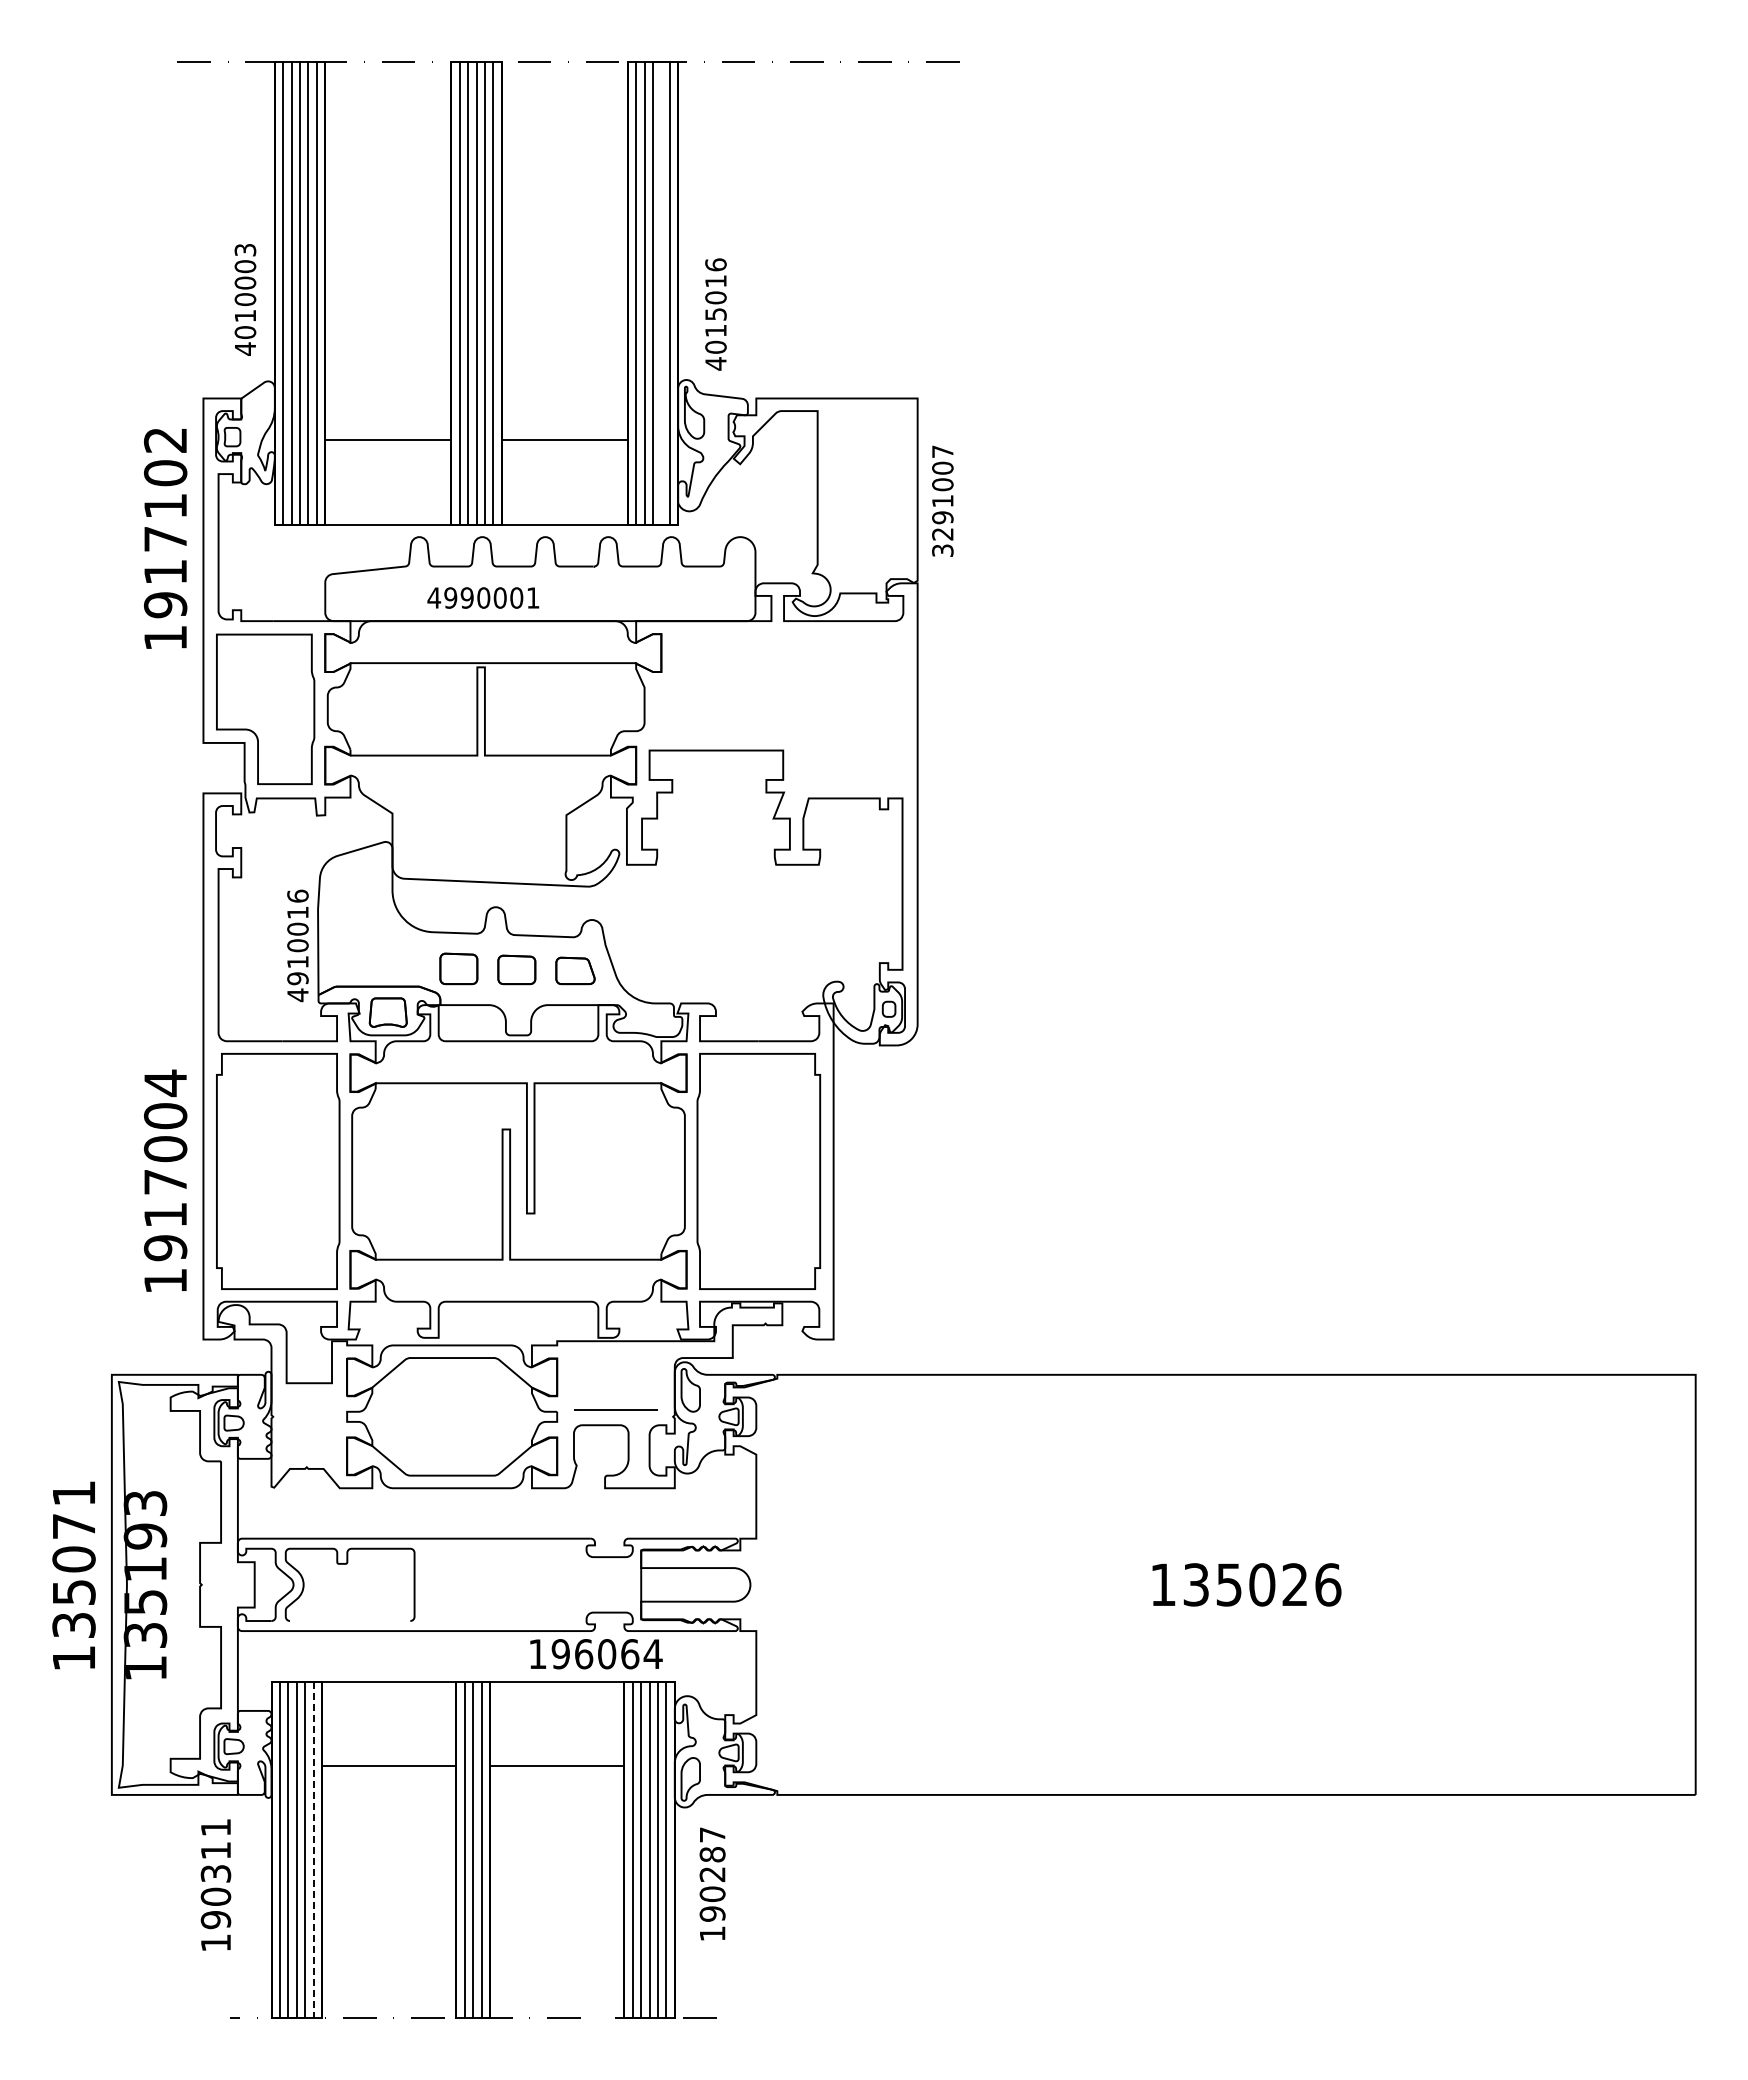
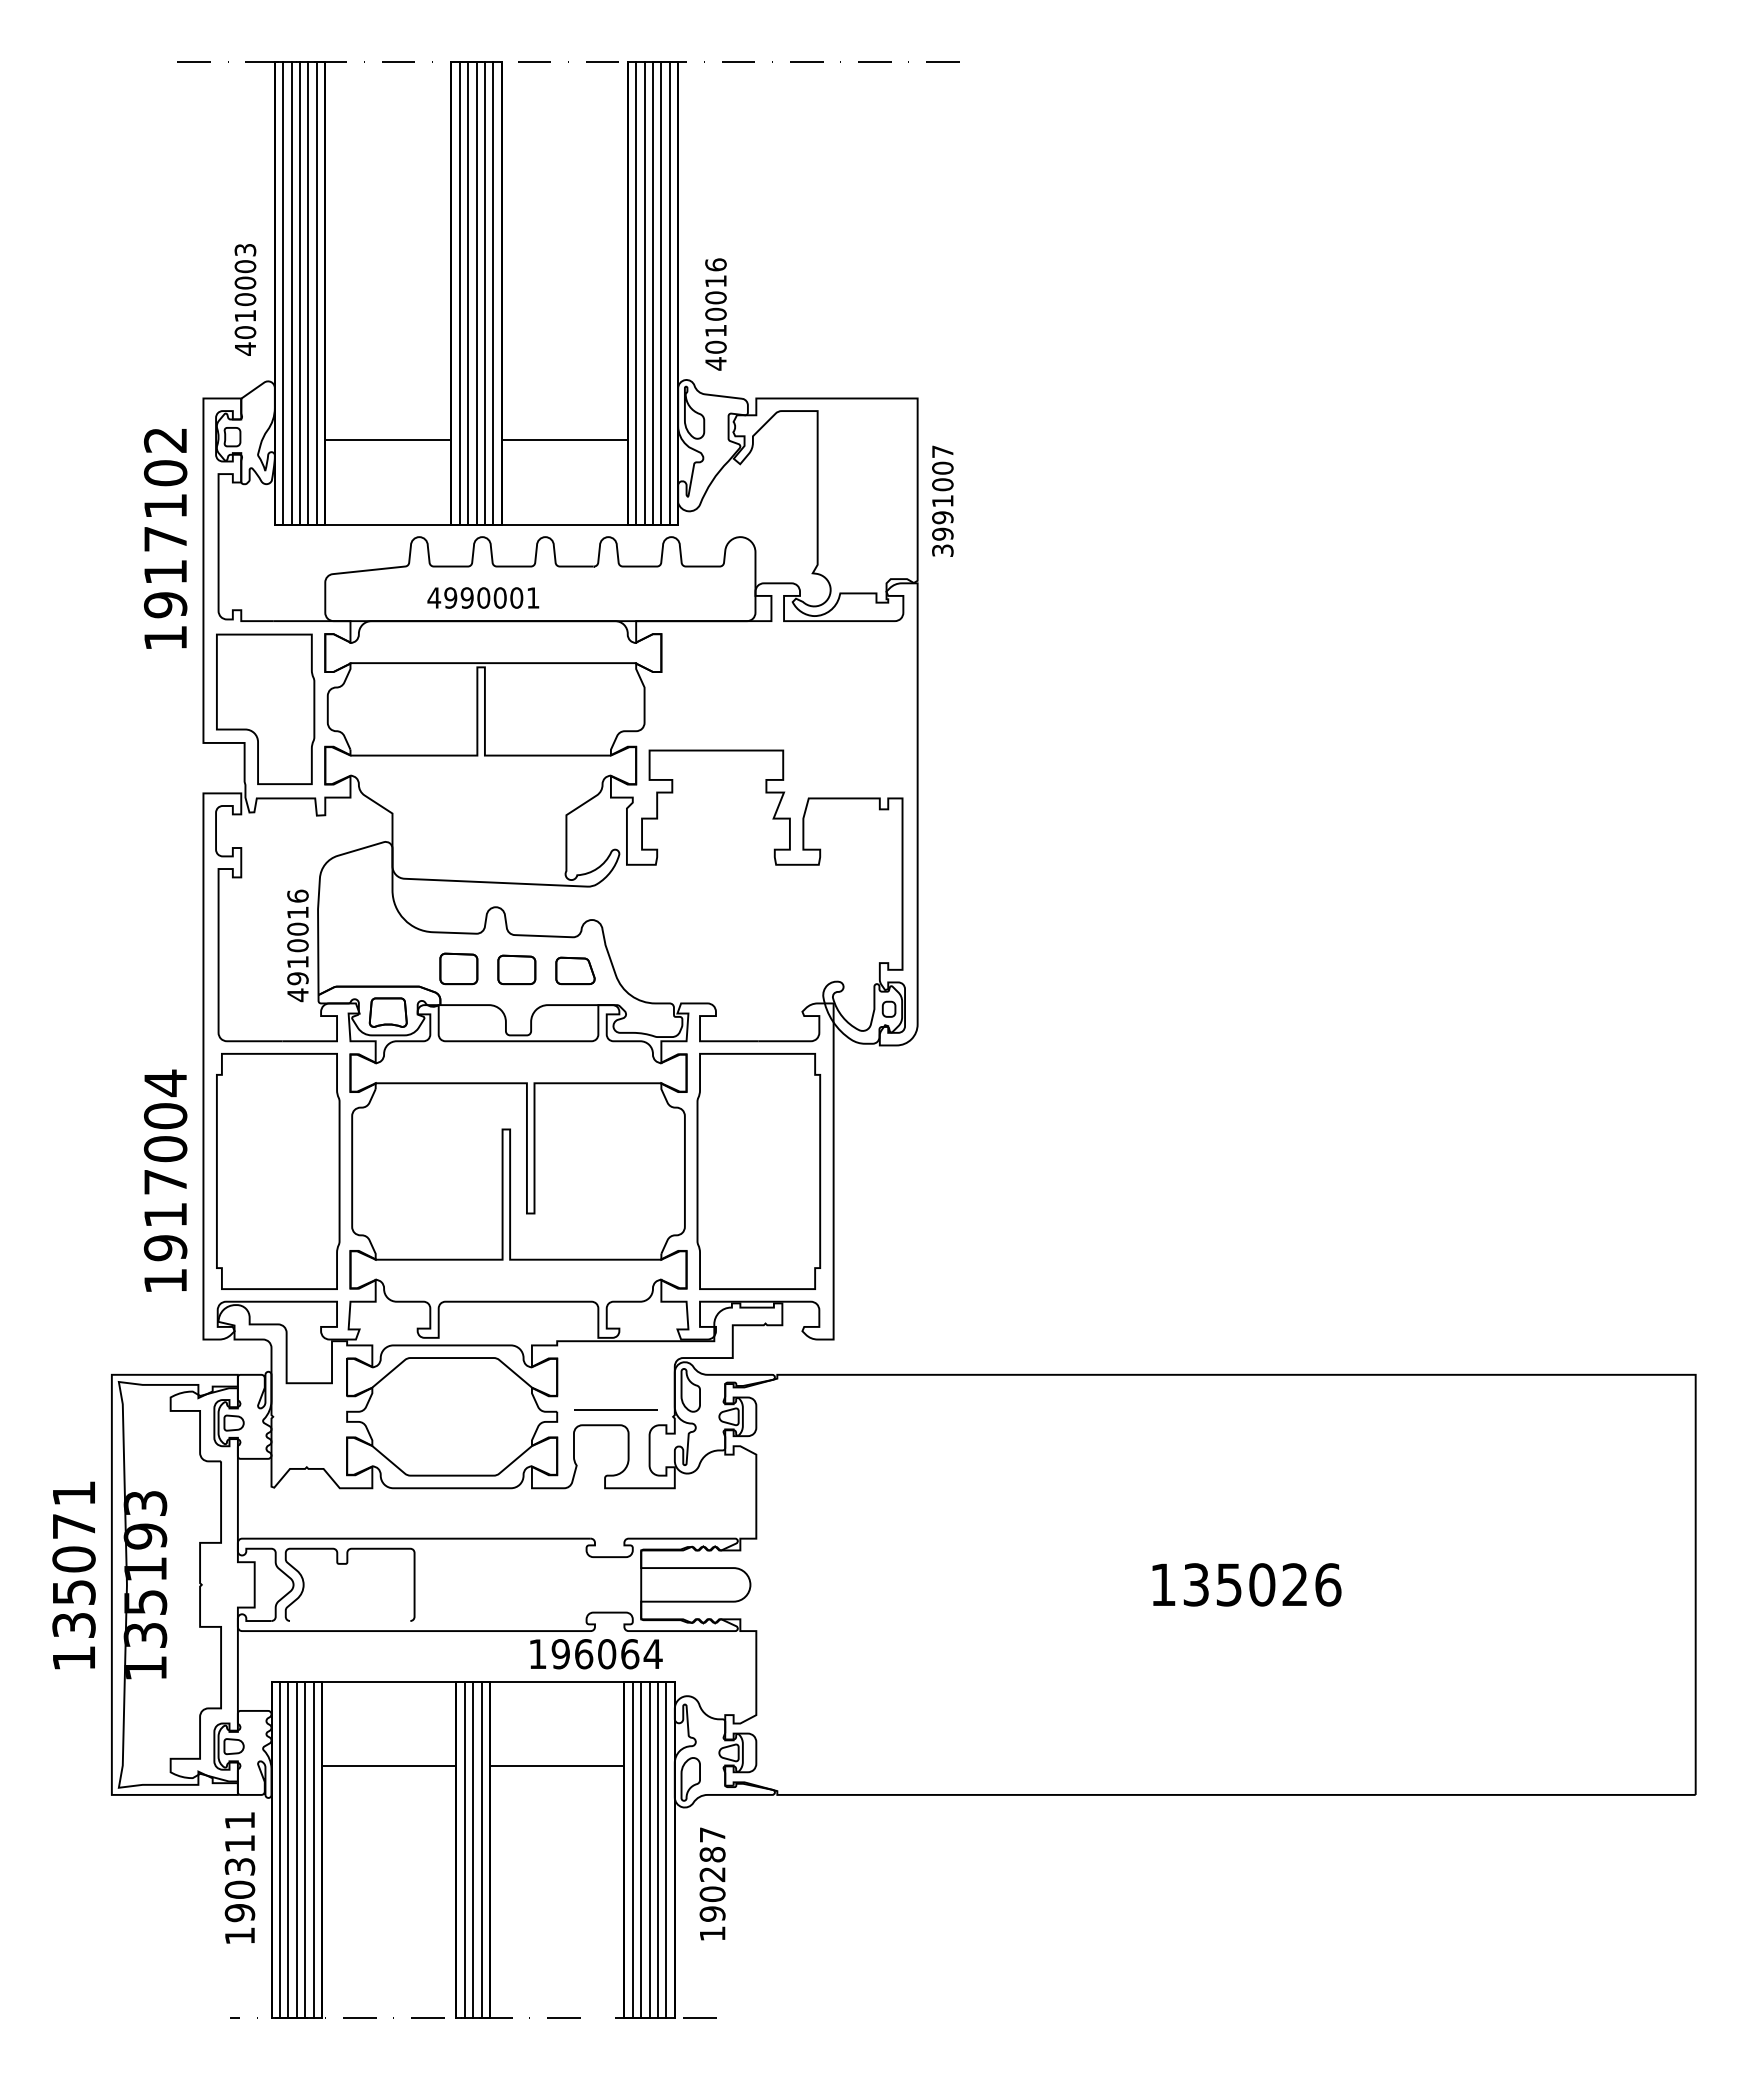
line at (661, 293): none -> present
text at (715, 313): 4015016 -> 4010016
text at (942, 533): 3291007 -> 3991007
line at (313, 1850): dashed -> solid
text at (215, 1884) position: (215, 1884) -> (239, 1877)
